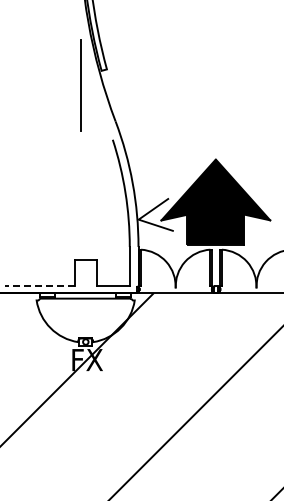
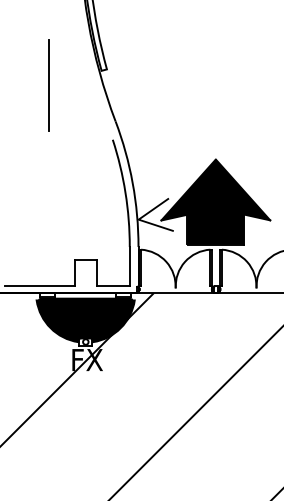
line at (80, 85) position: (80, 85) -> (48, 85)
line at (39, 285): dashed -> solid
fill at (85, 320): none -> present
